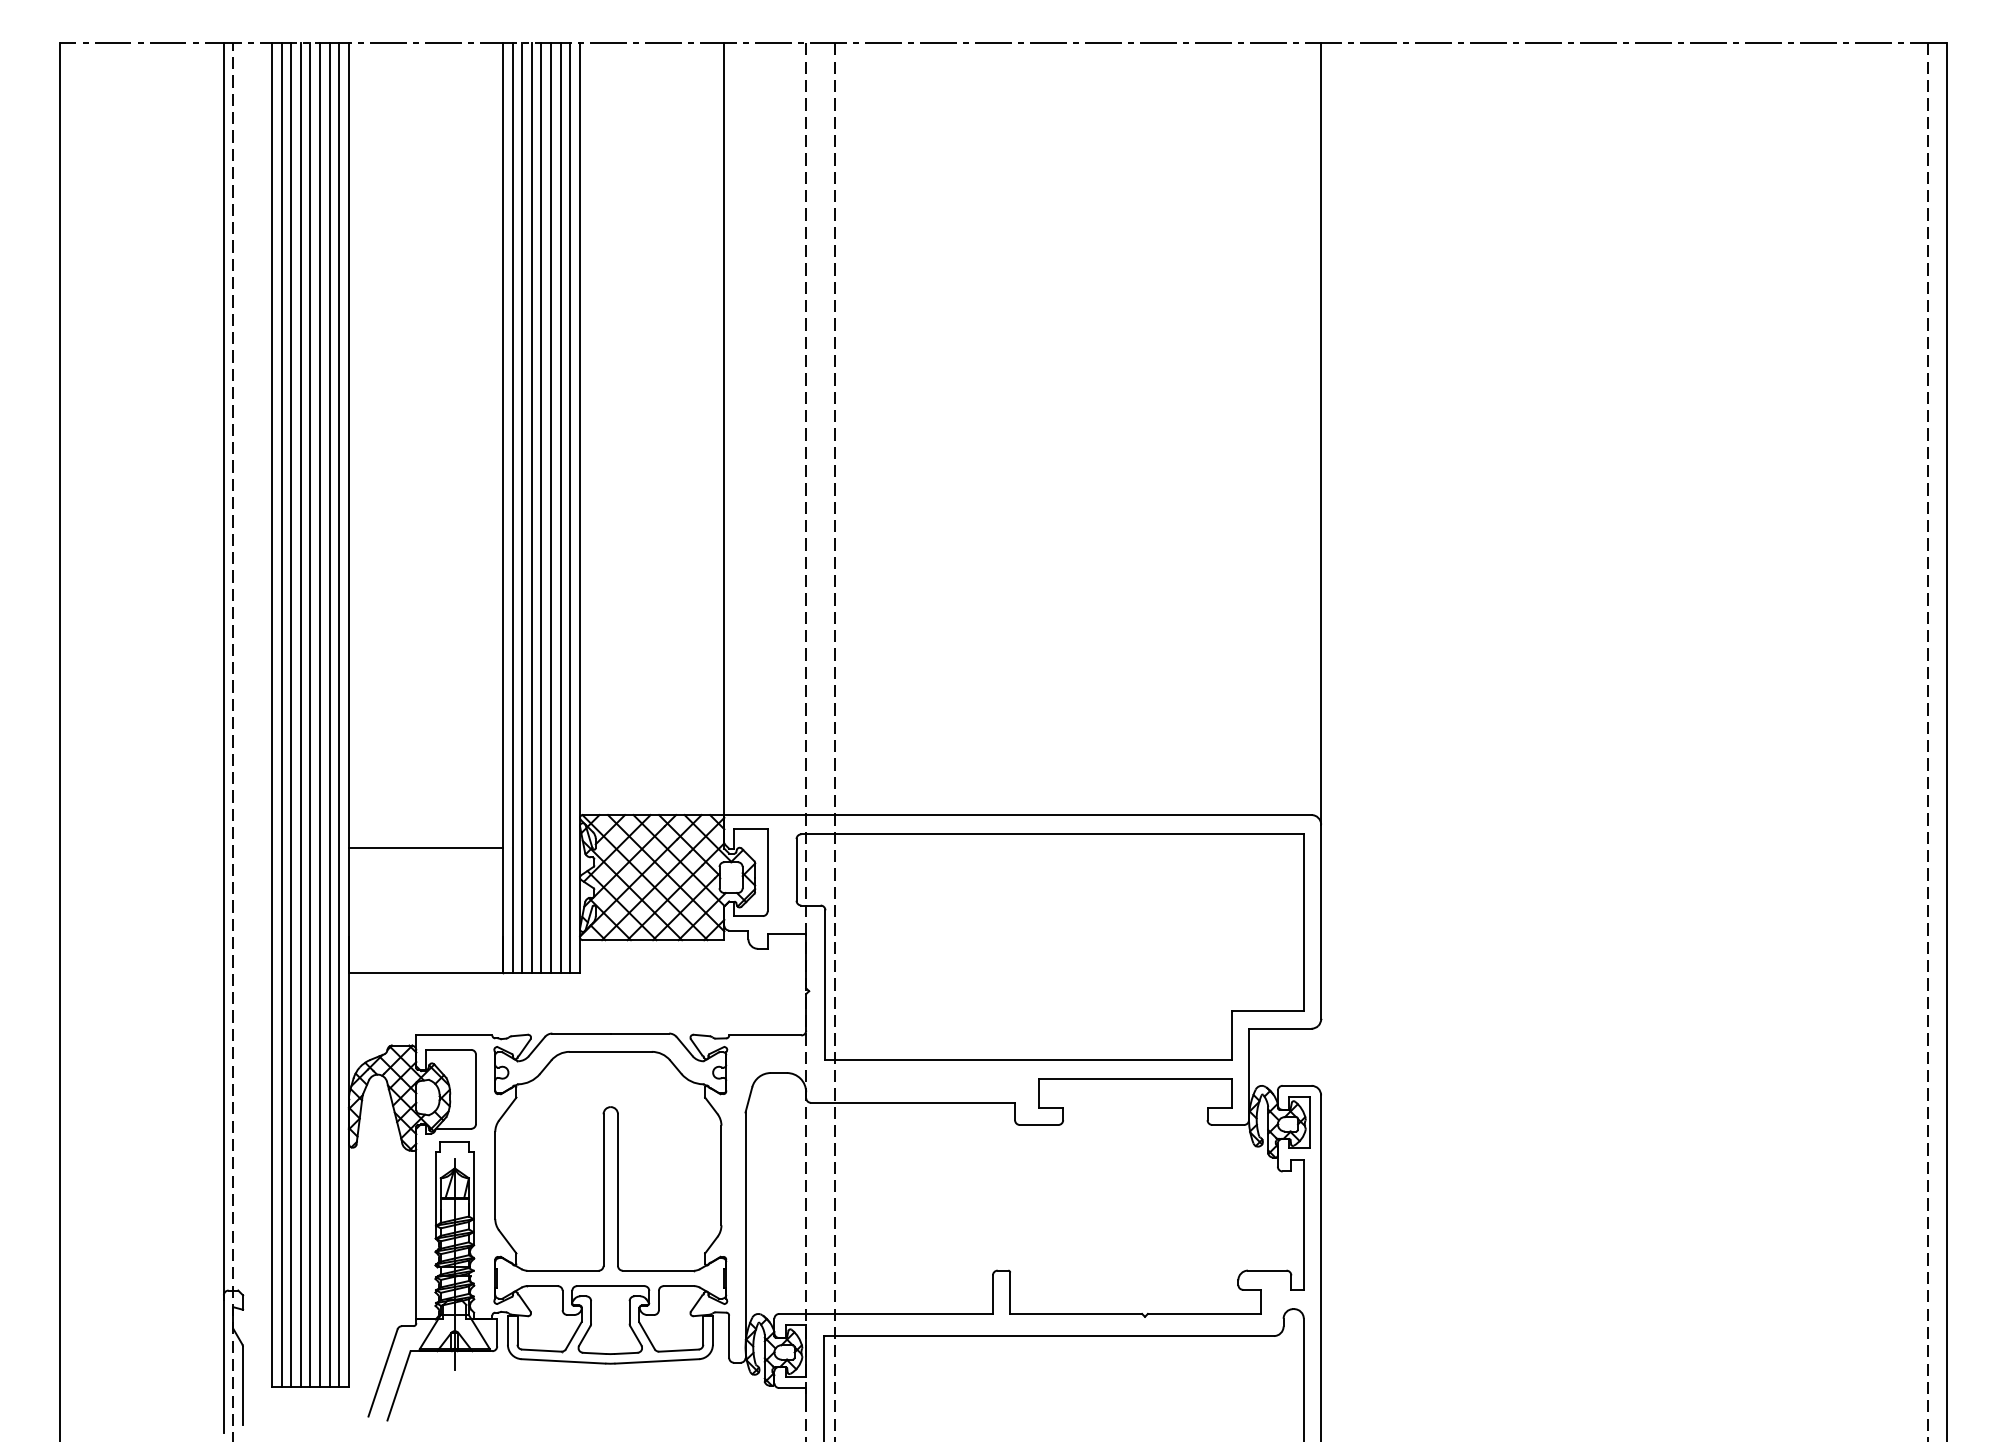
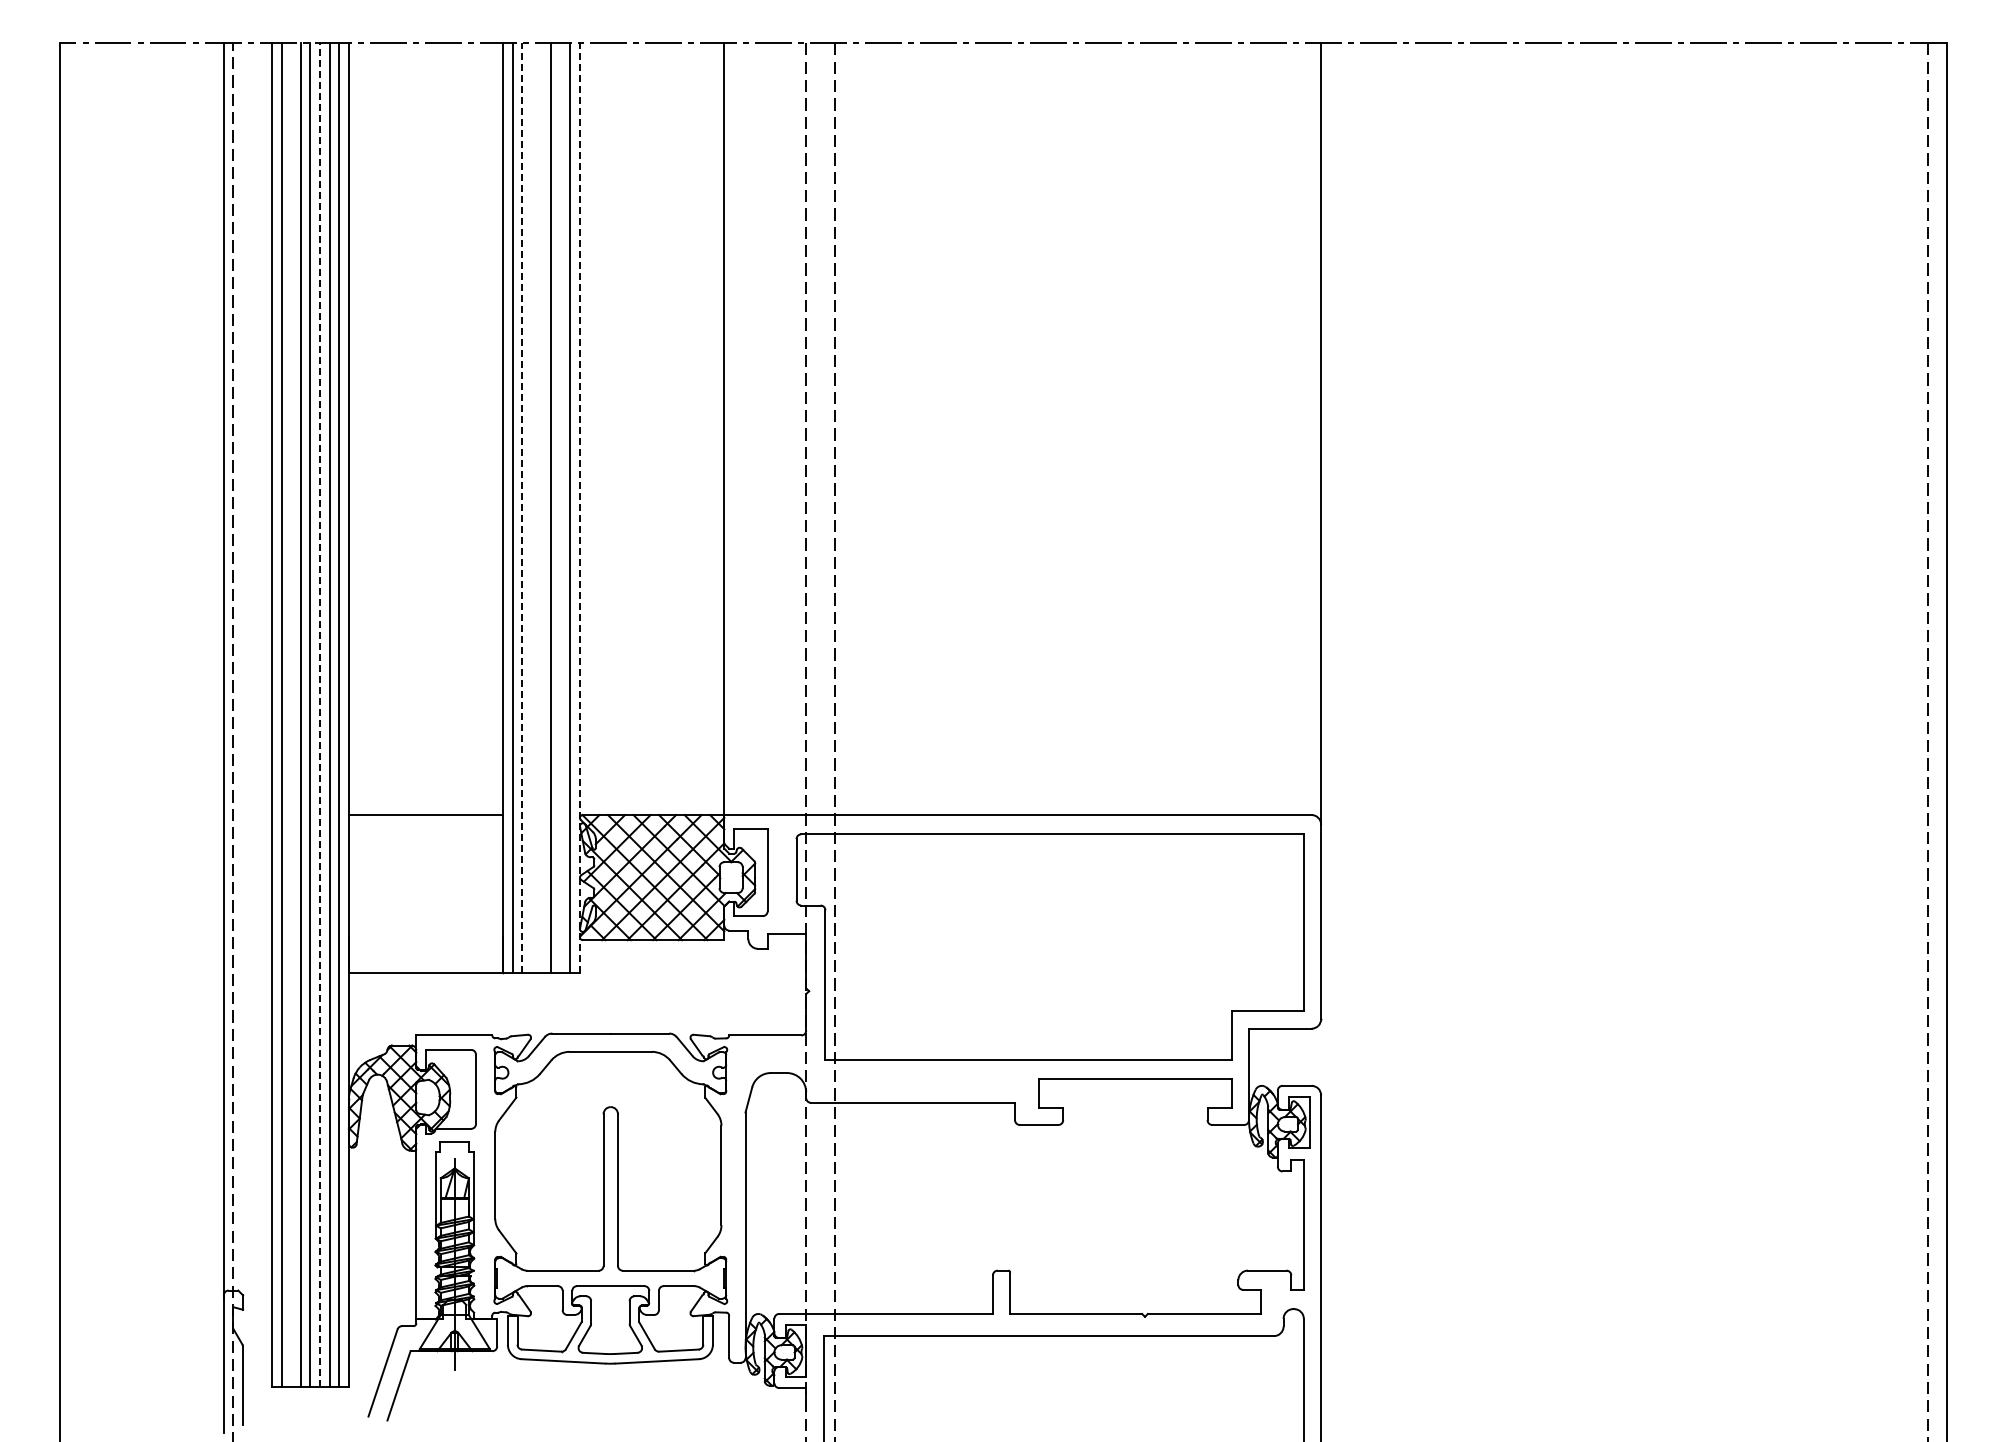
line at (531, 507): present -> none
line at (541, 507): present -> none
line at (560, 507): present -> none
line at (522, 508): solid -> dashed
line at (579, 508): solid -> dashed
line at (291, 714): present -> none
line at (320, 714): solid -> dashed
line at (425, 847) position: (425, 847) -> (425, 814)
